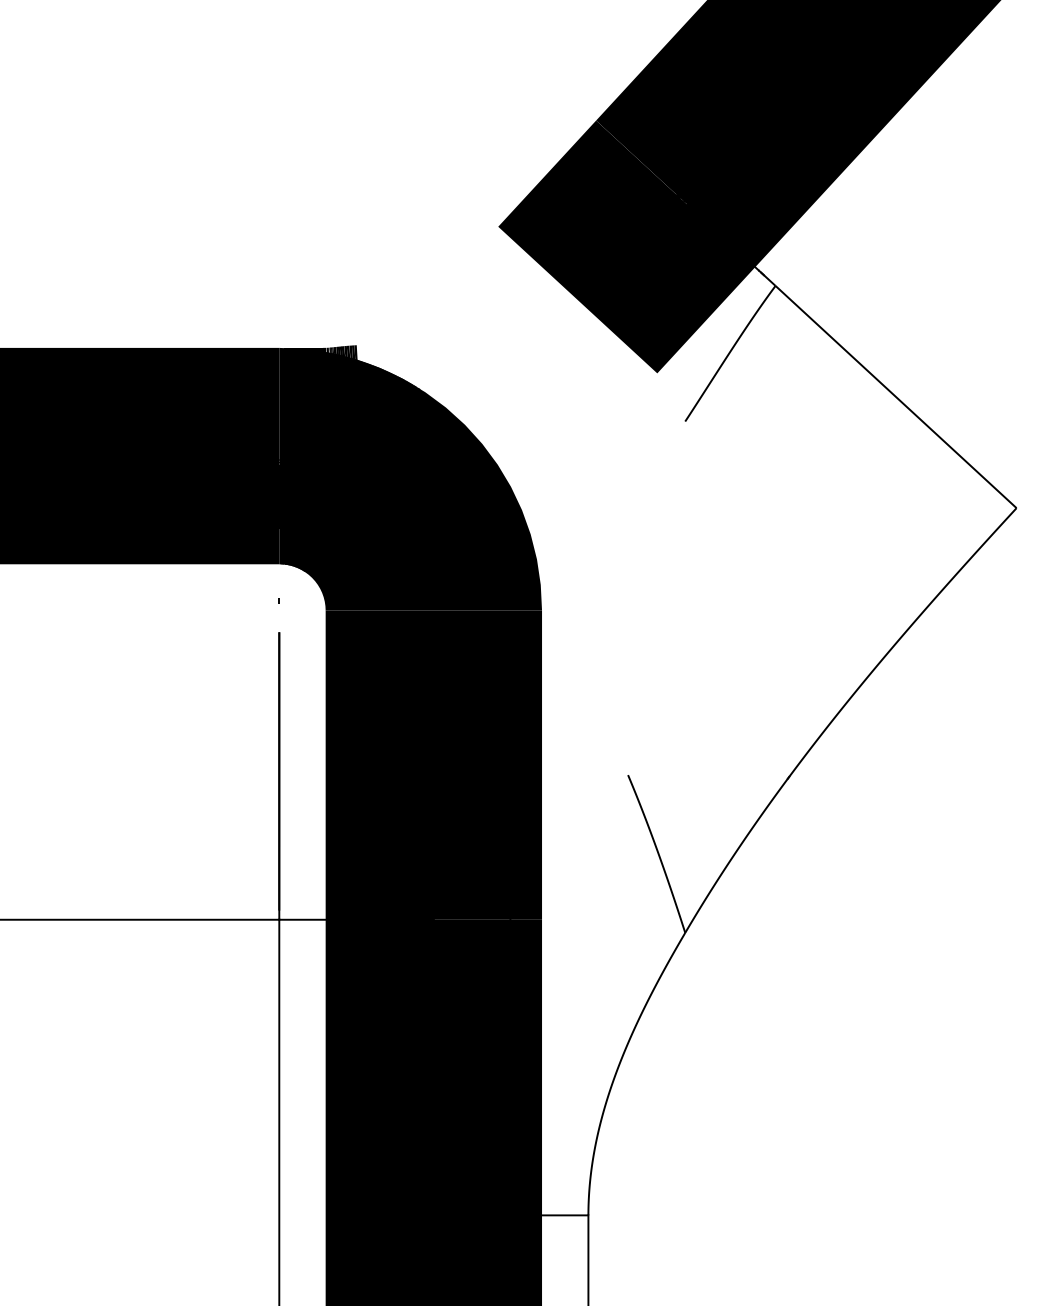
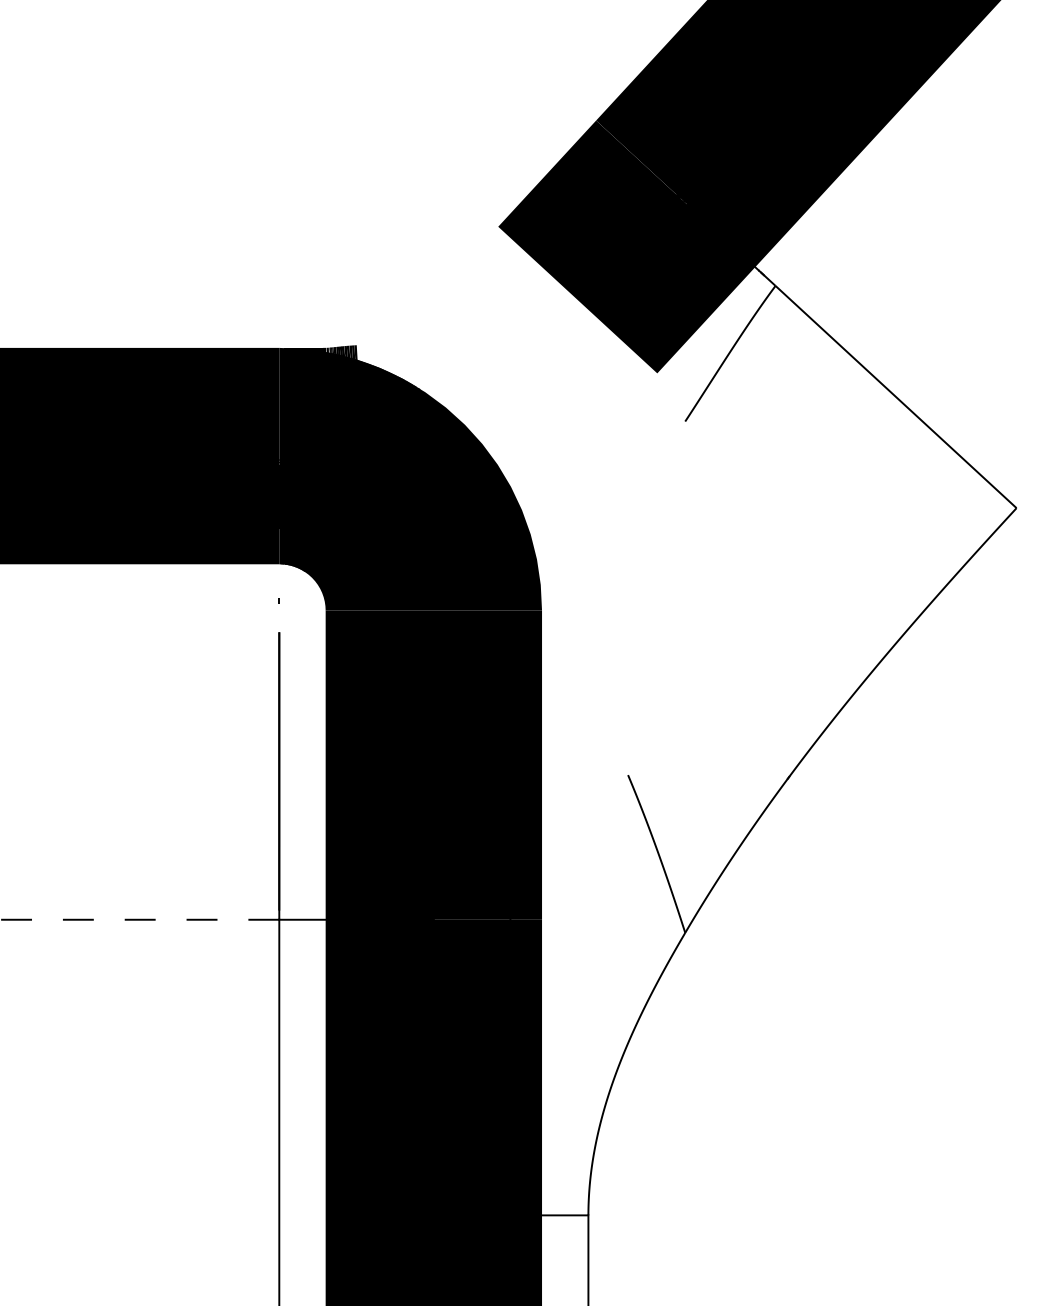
line at (139, 919): solid -> dashed
